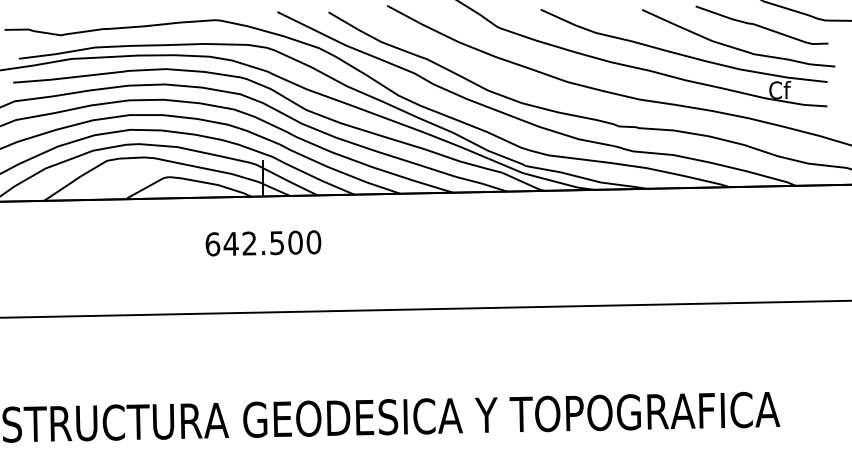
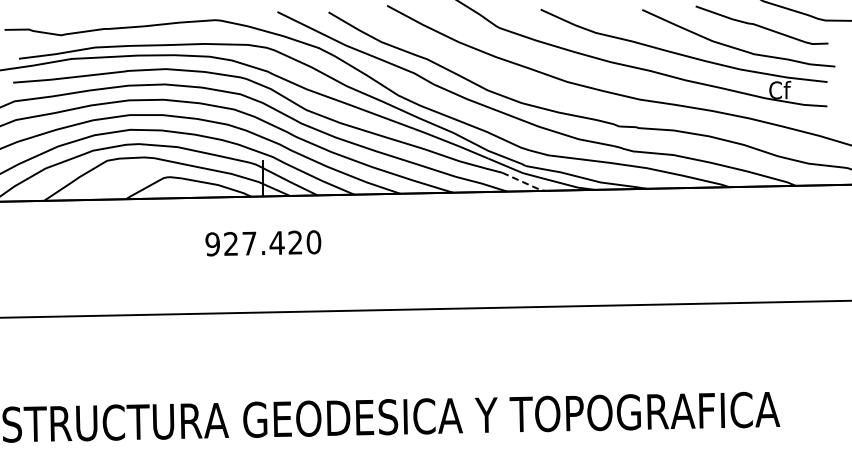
line at (525, 183): solid -> dashed
text at (253, 243): 642.500 -> 927.420
